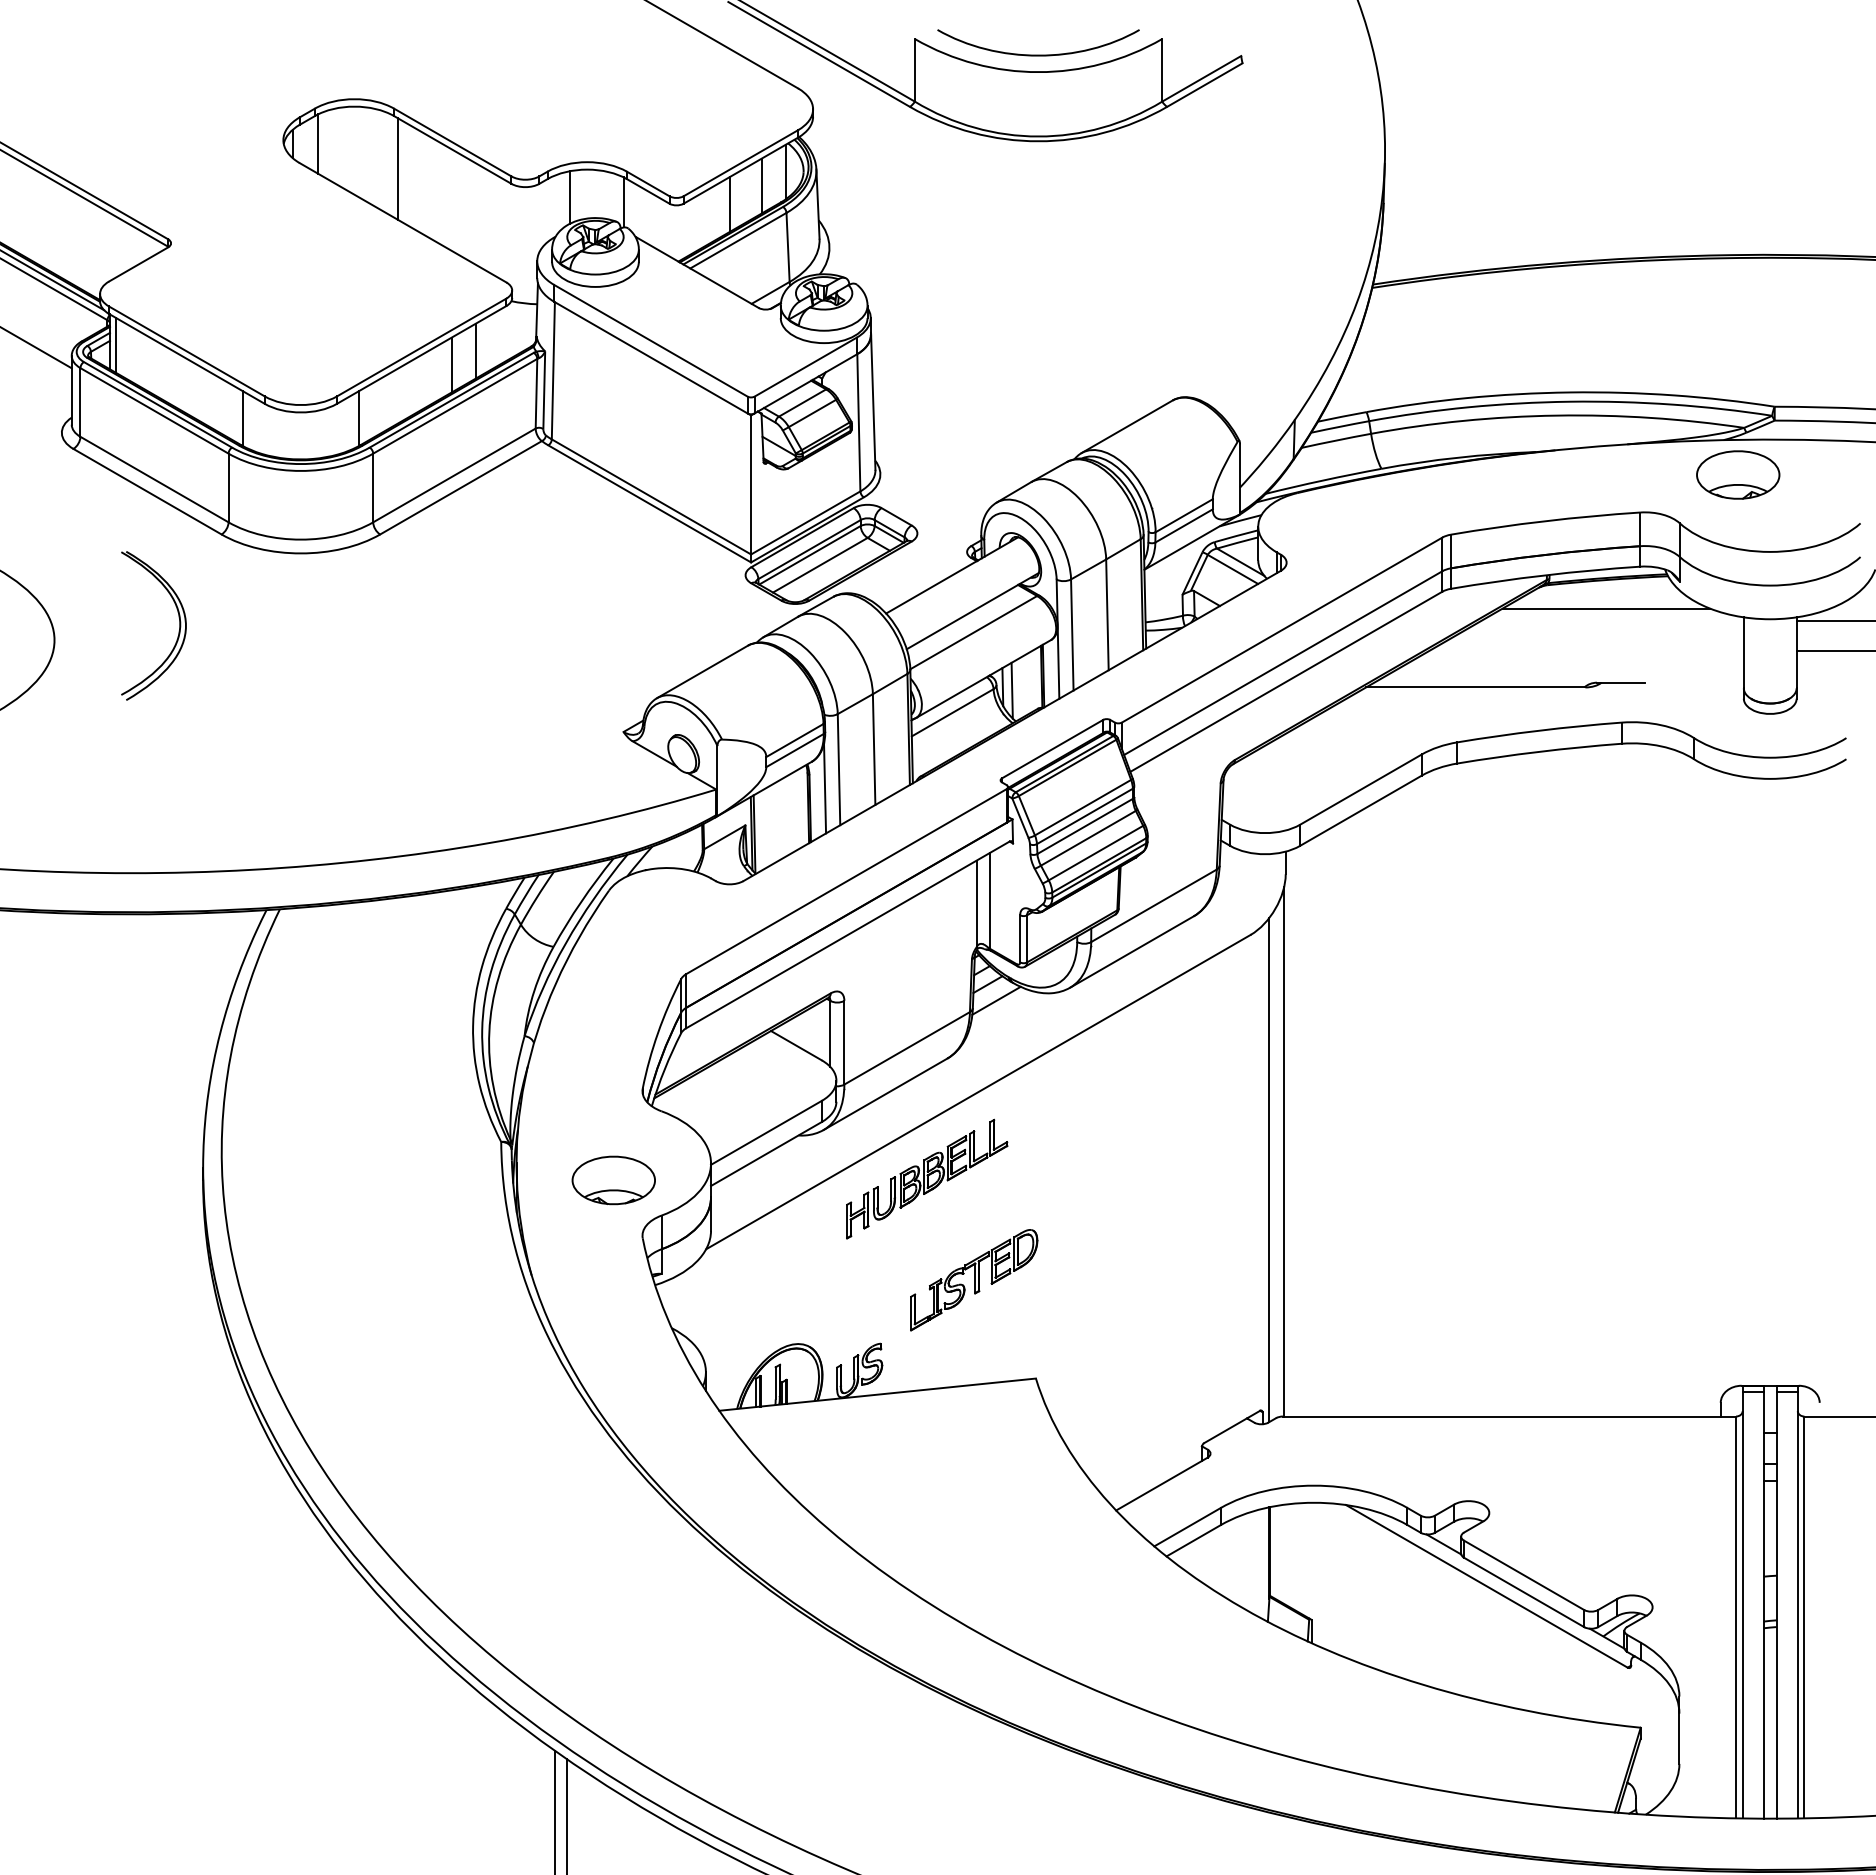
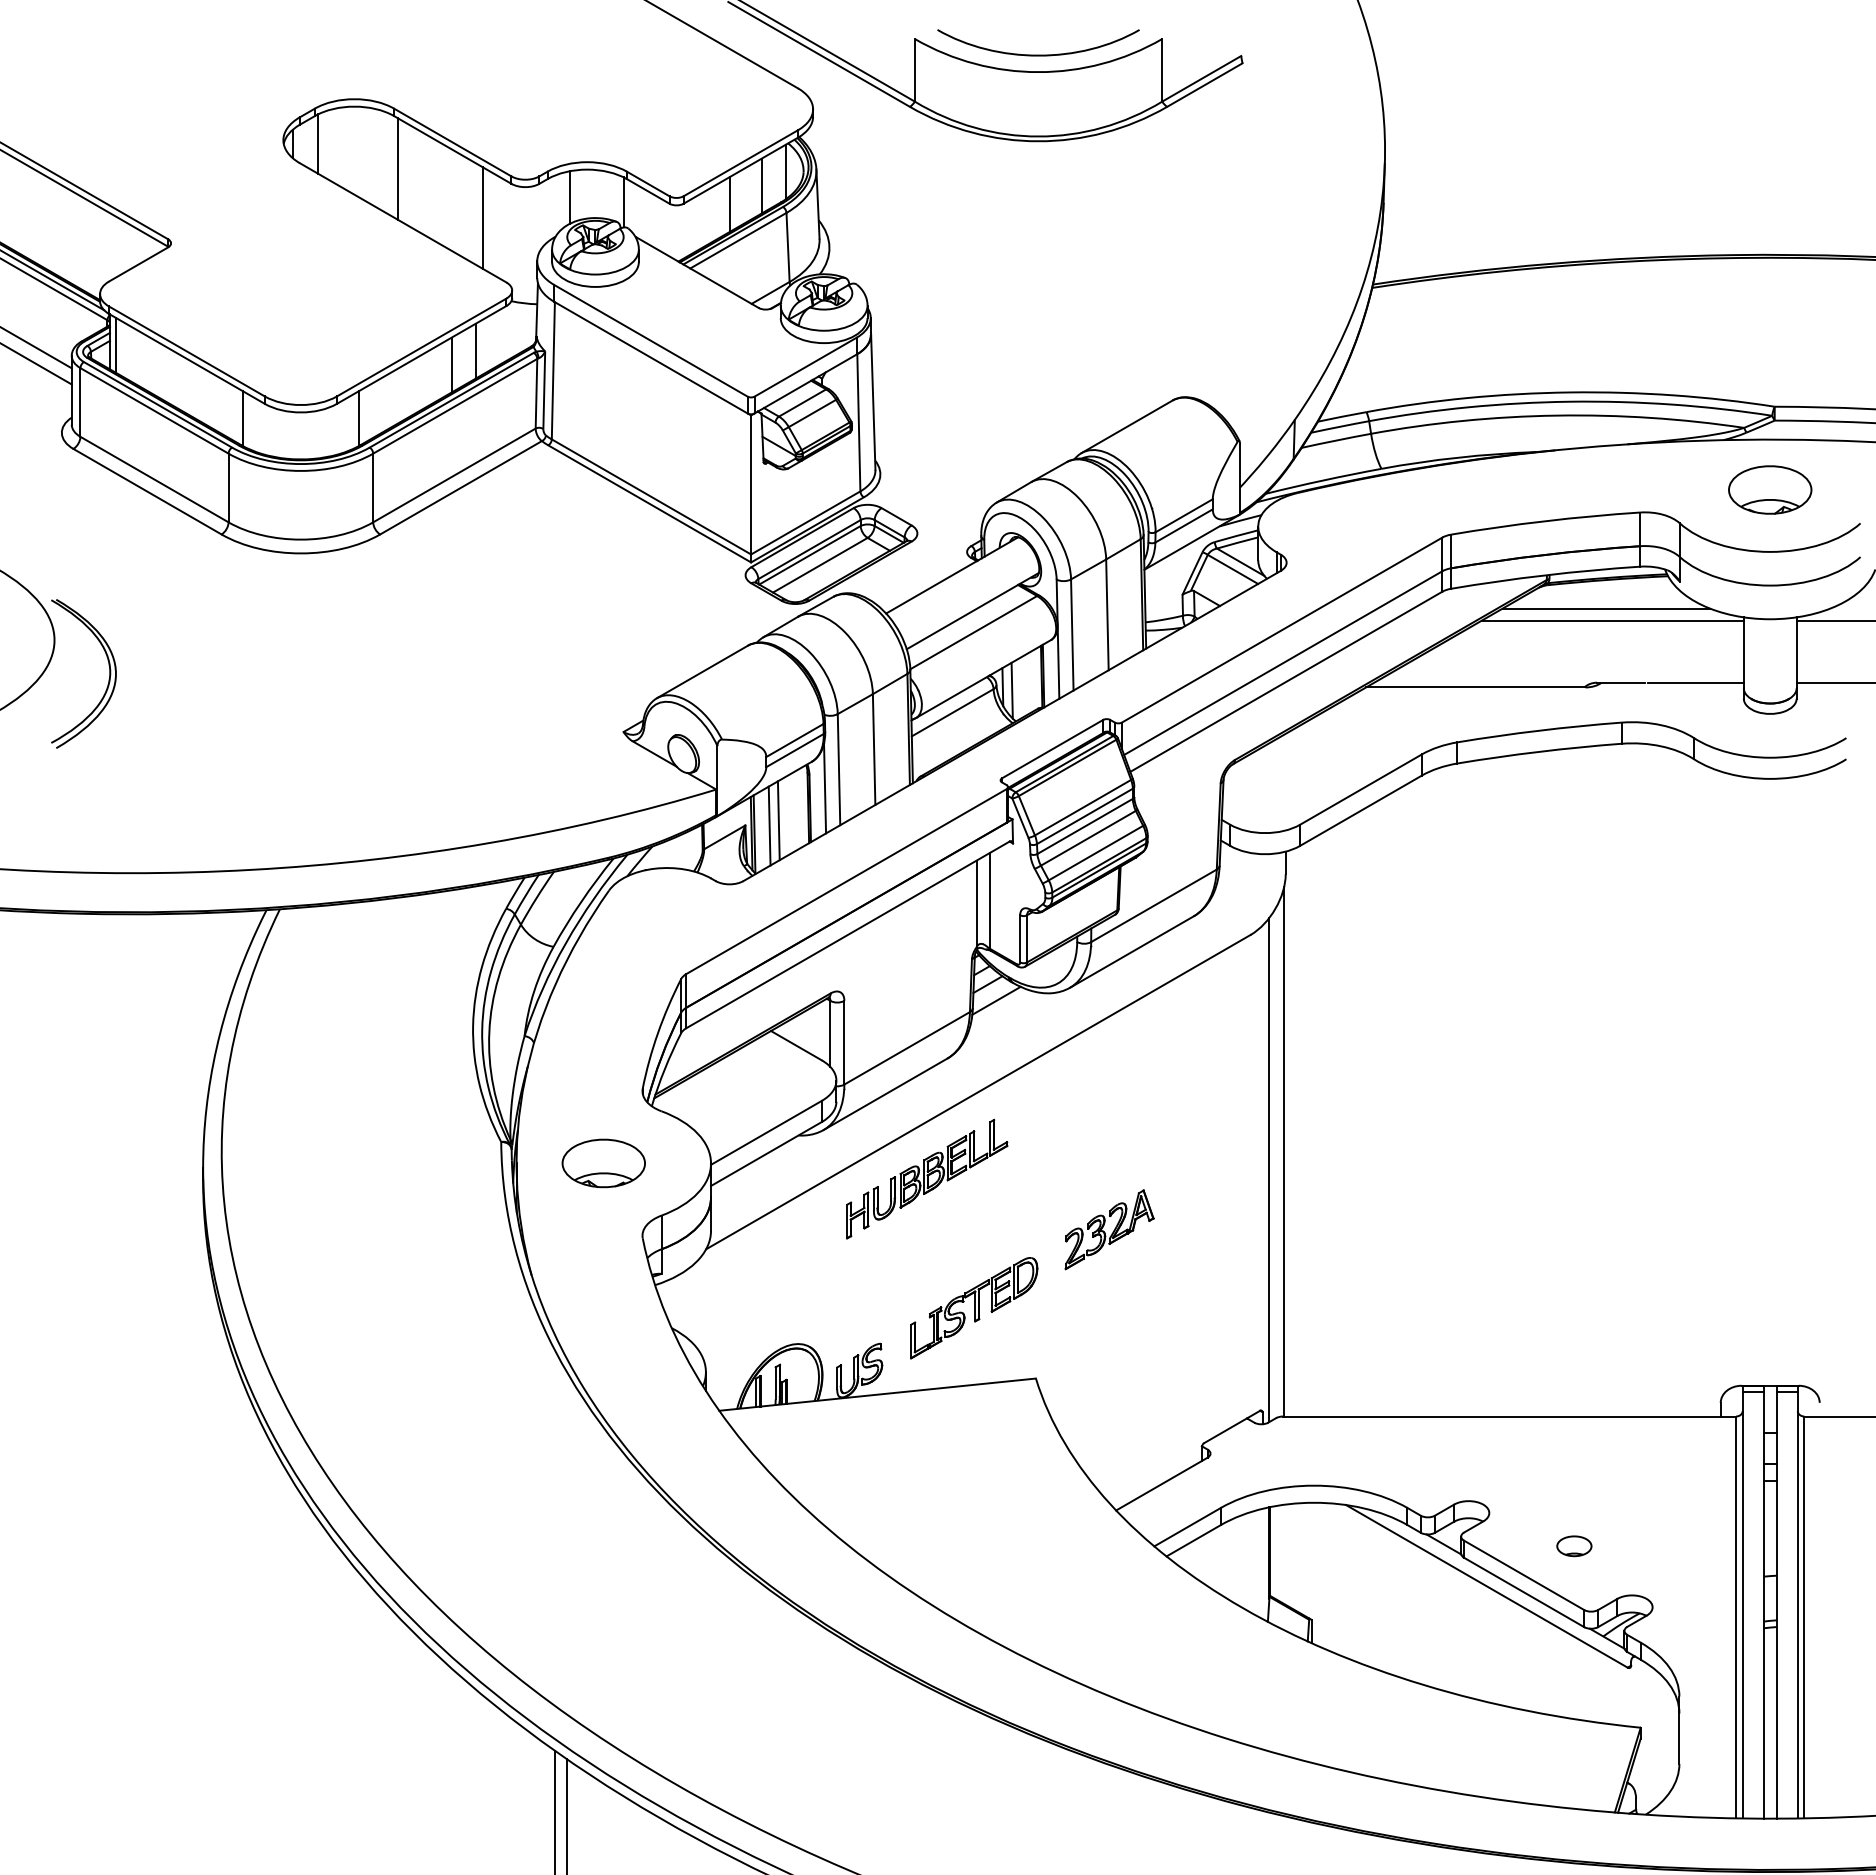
line at (482, 217): none -> present
line at (36, 364): none -> present
part at (1738, 474) position: (1738, 474) -> (1770, 489)
line at (1612, 620): none -> present
part at (178, 631) position: (178, 631) -> (108, 679)
line at (1834, 650) position: (1834, 650) -> (1834, 682)
line at (1695, 682): none -> present
line at (778, 820): none -> present
line at (769, 825): none -> present
part at (613, 1180) position: (613, 1180) -> (603, 1163)
part at (1109, 1229): none -> present
part at (974, 1280) position: (974, 1280) -> (974, 1308)
part at (1574, 1546): none -> present
